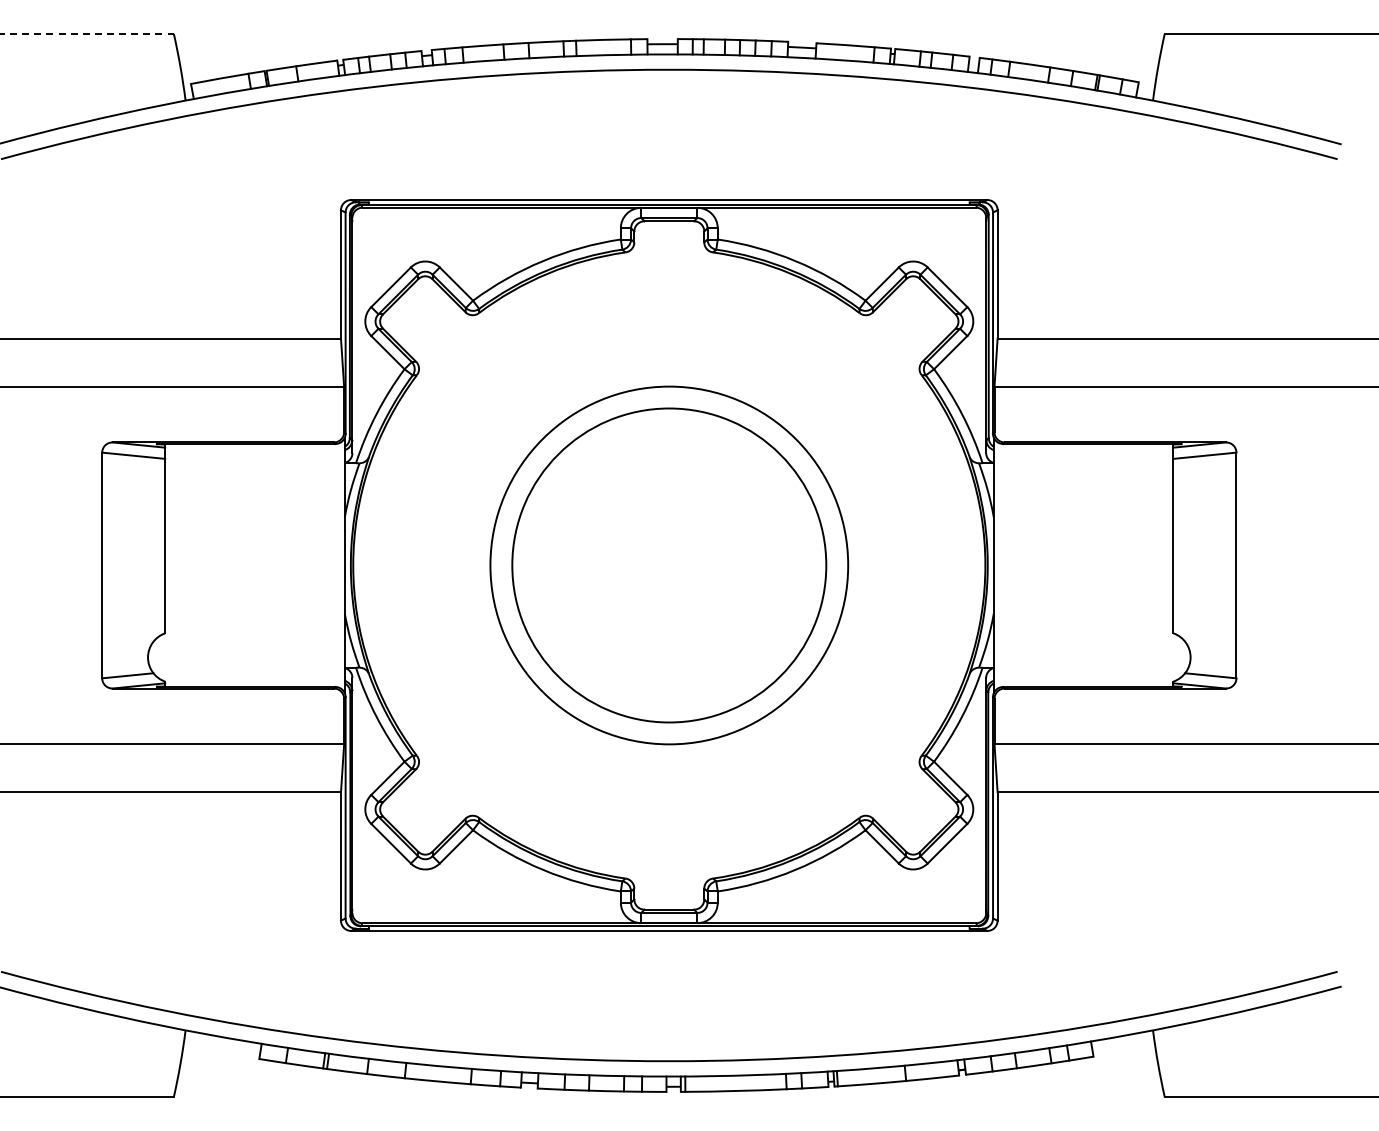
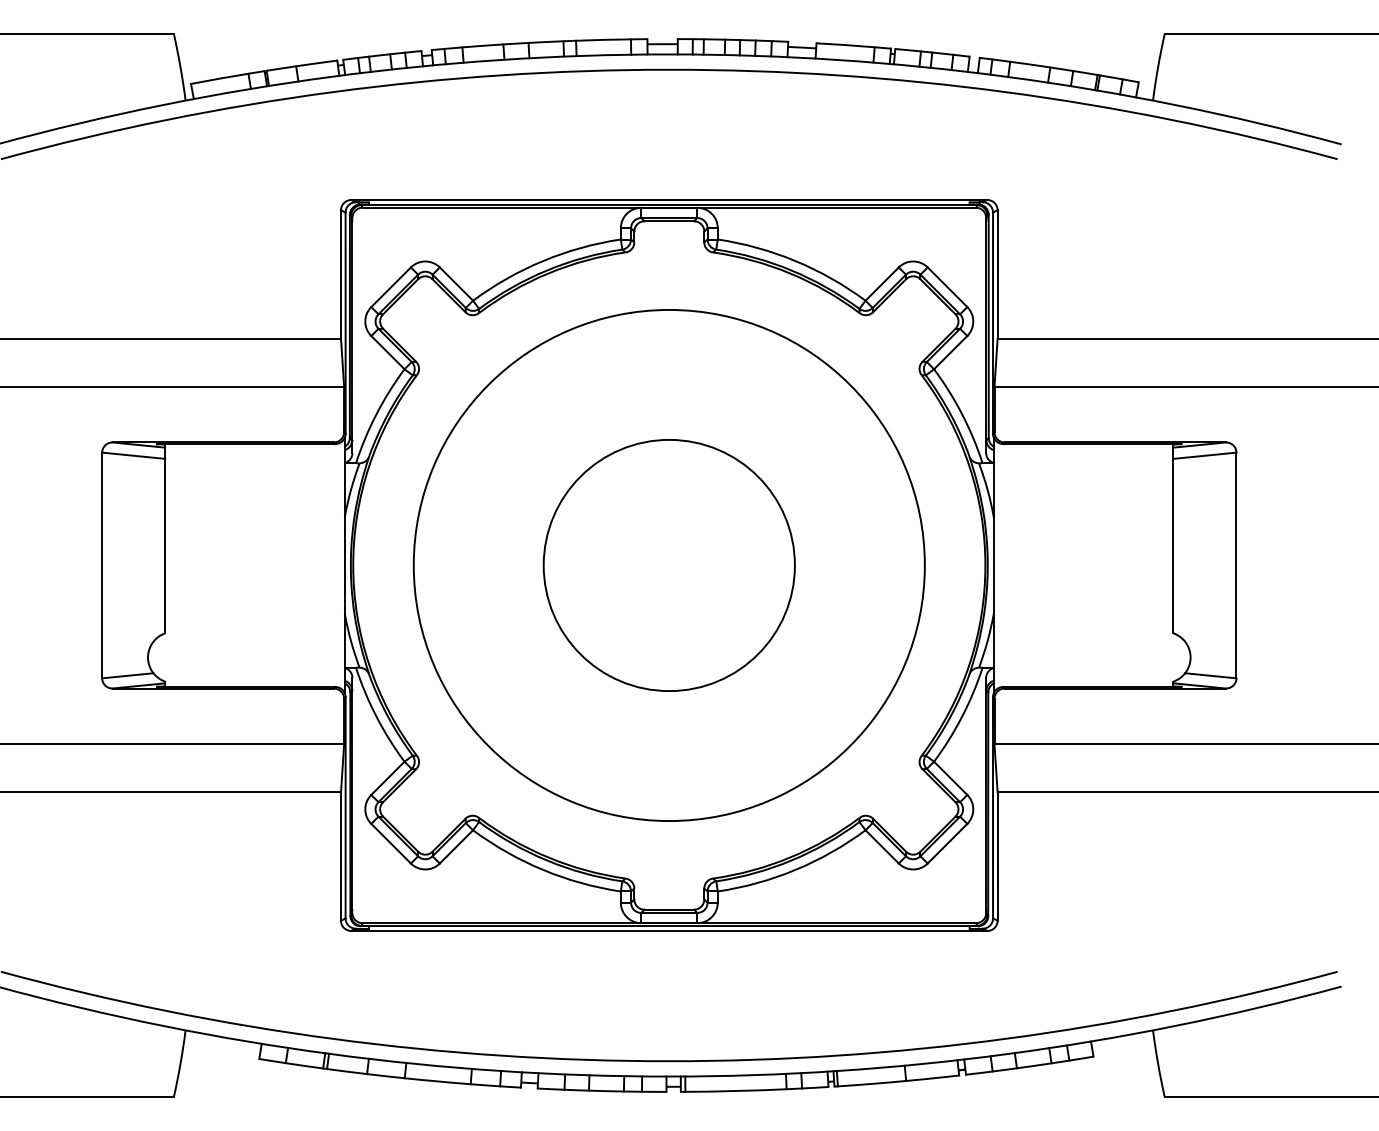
line at (87, 33): dashed -> solid
circle at (669, 565) diameter: 314 px -> 251 px
circle at (669, 565) diameter: 358 px -> 511 px
